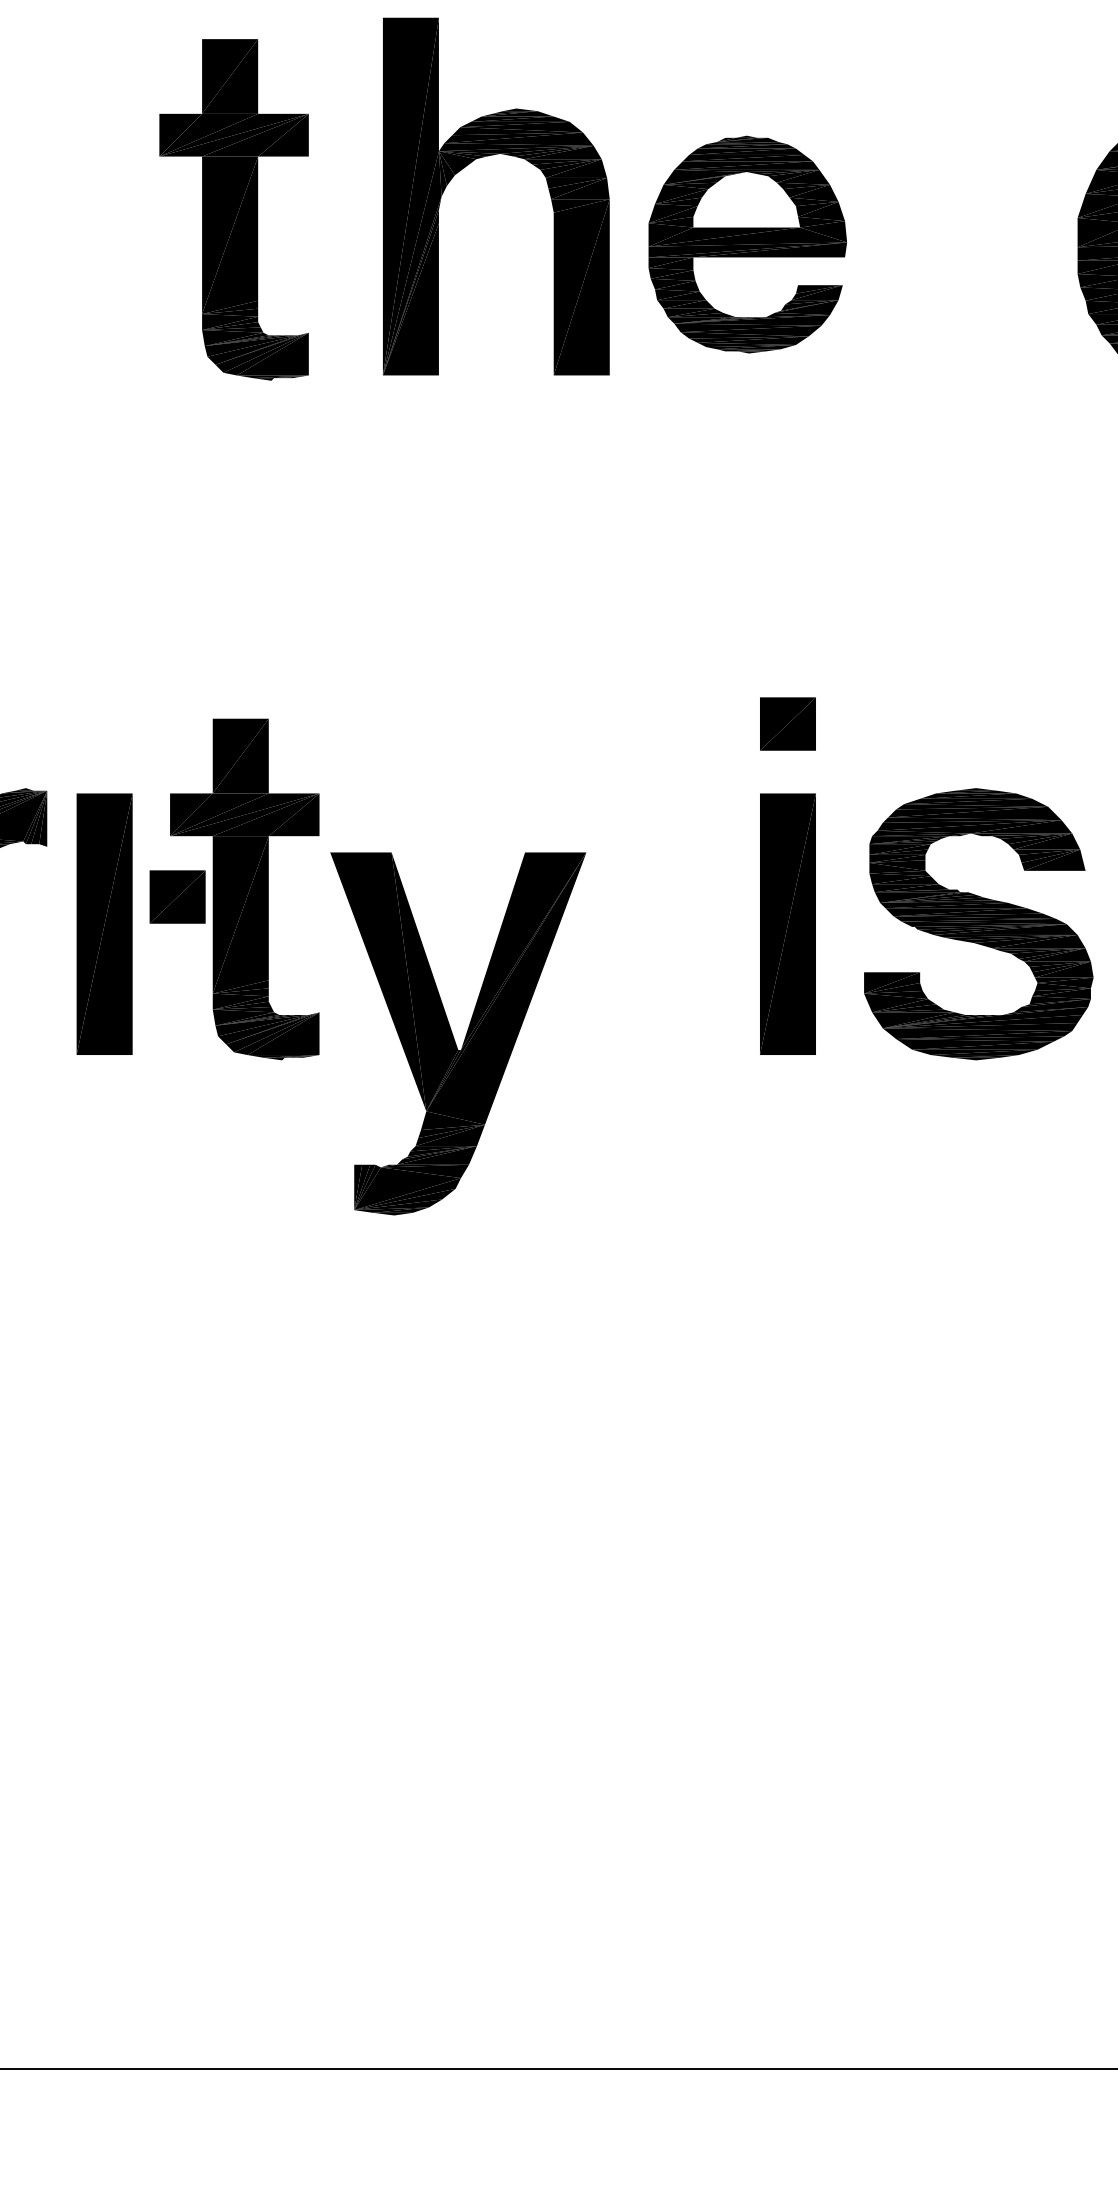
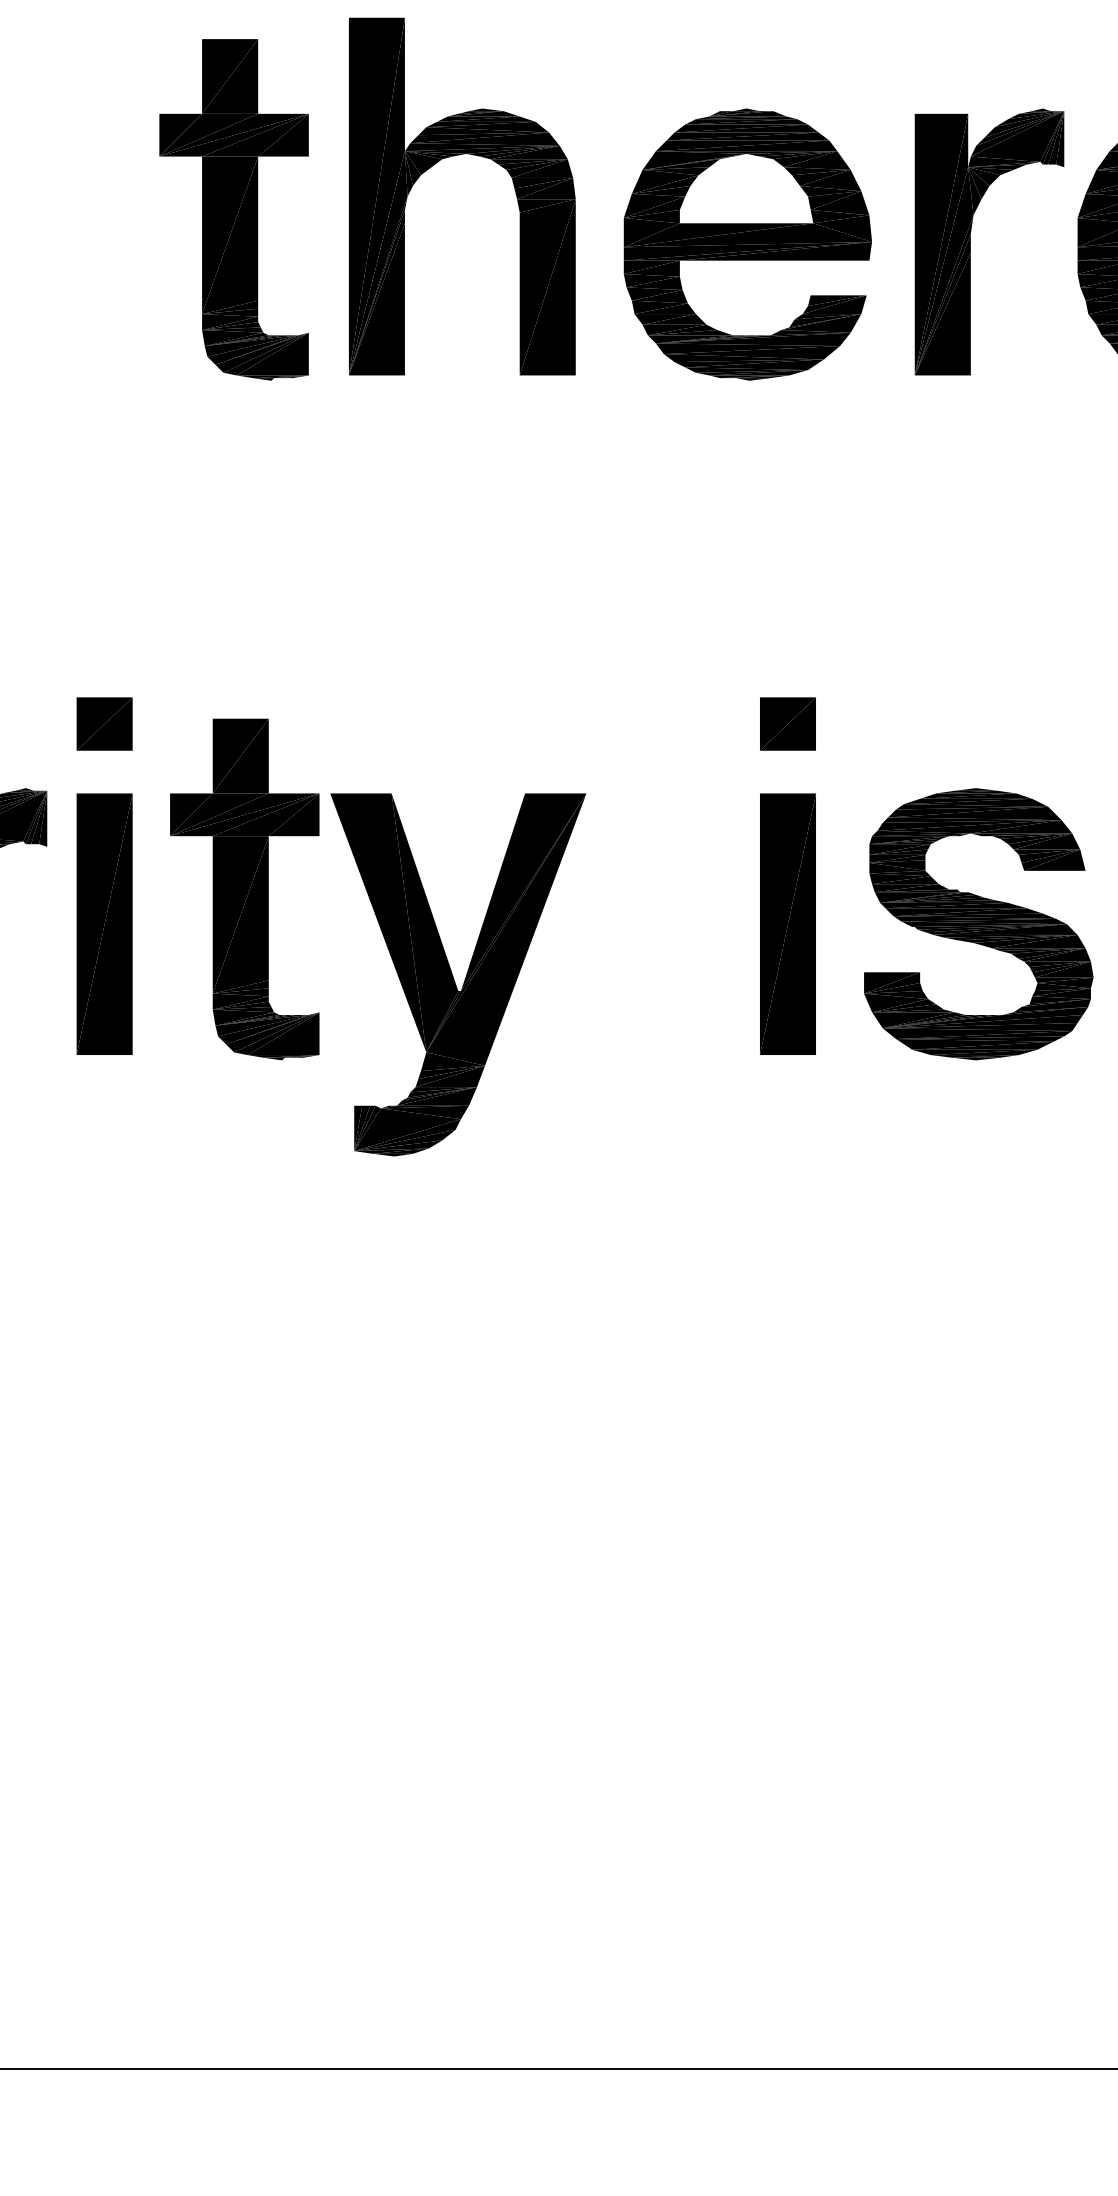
part at (488, 156) position: (488, 156) -> (454, 156)
part at (970, 241): none -> present
part at (747, 244) size: 200x219 px -> 249x273 px
part at (177, 896) position: (177, 896) -> (104, 723)
part at (458, 1033) position: (458, 1033) -> (458, 974)
